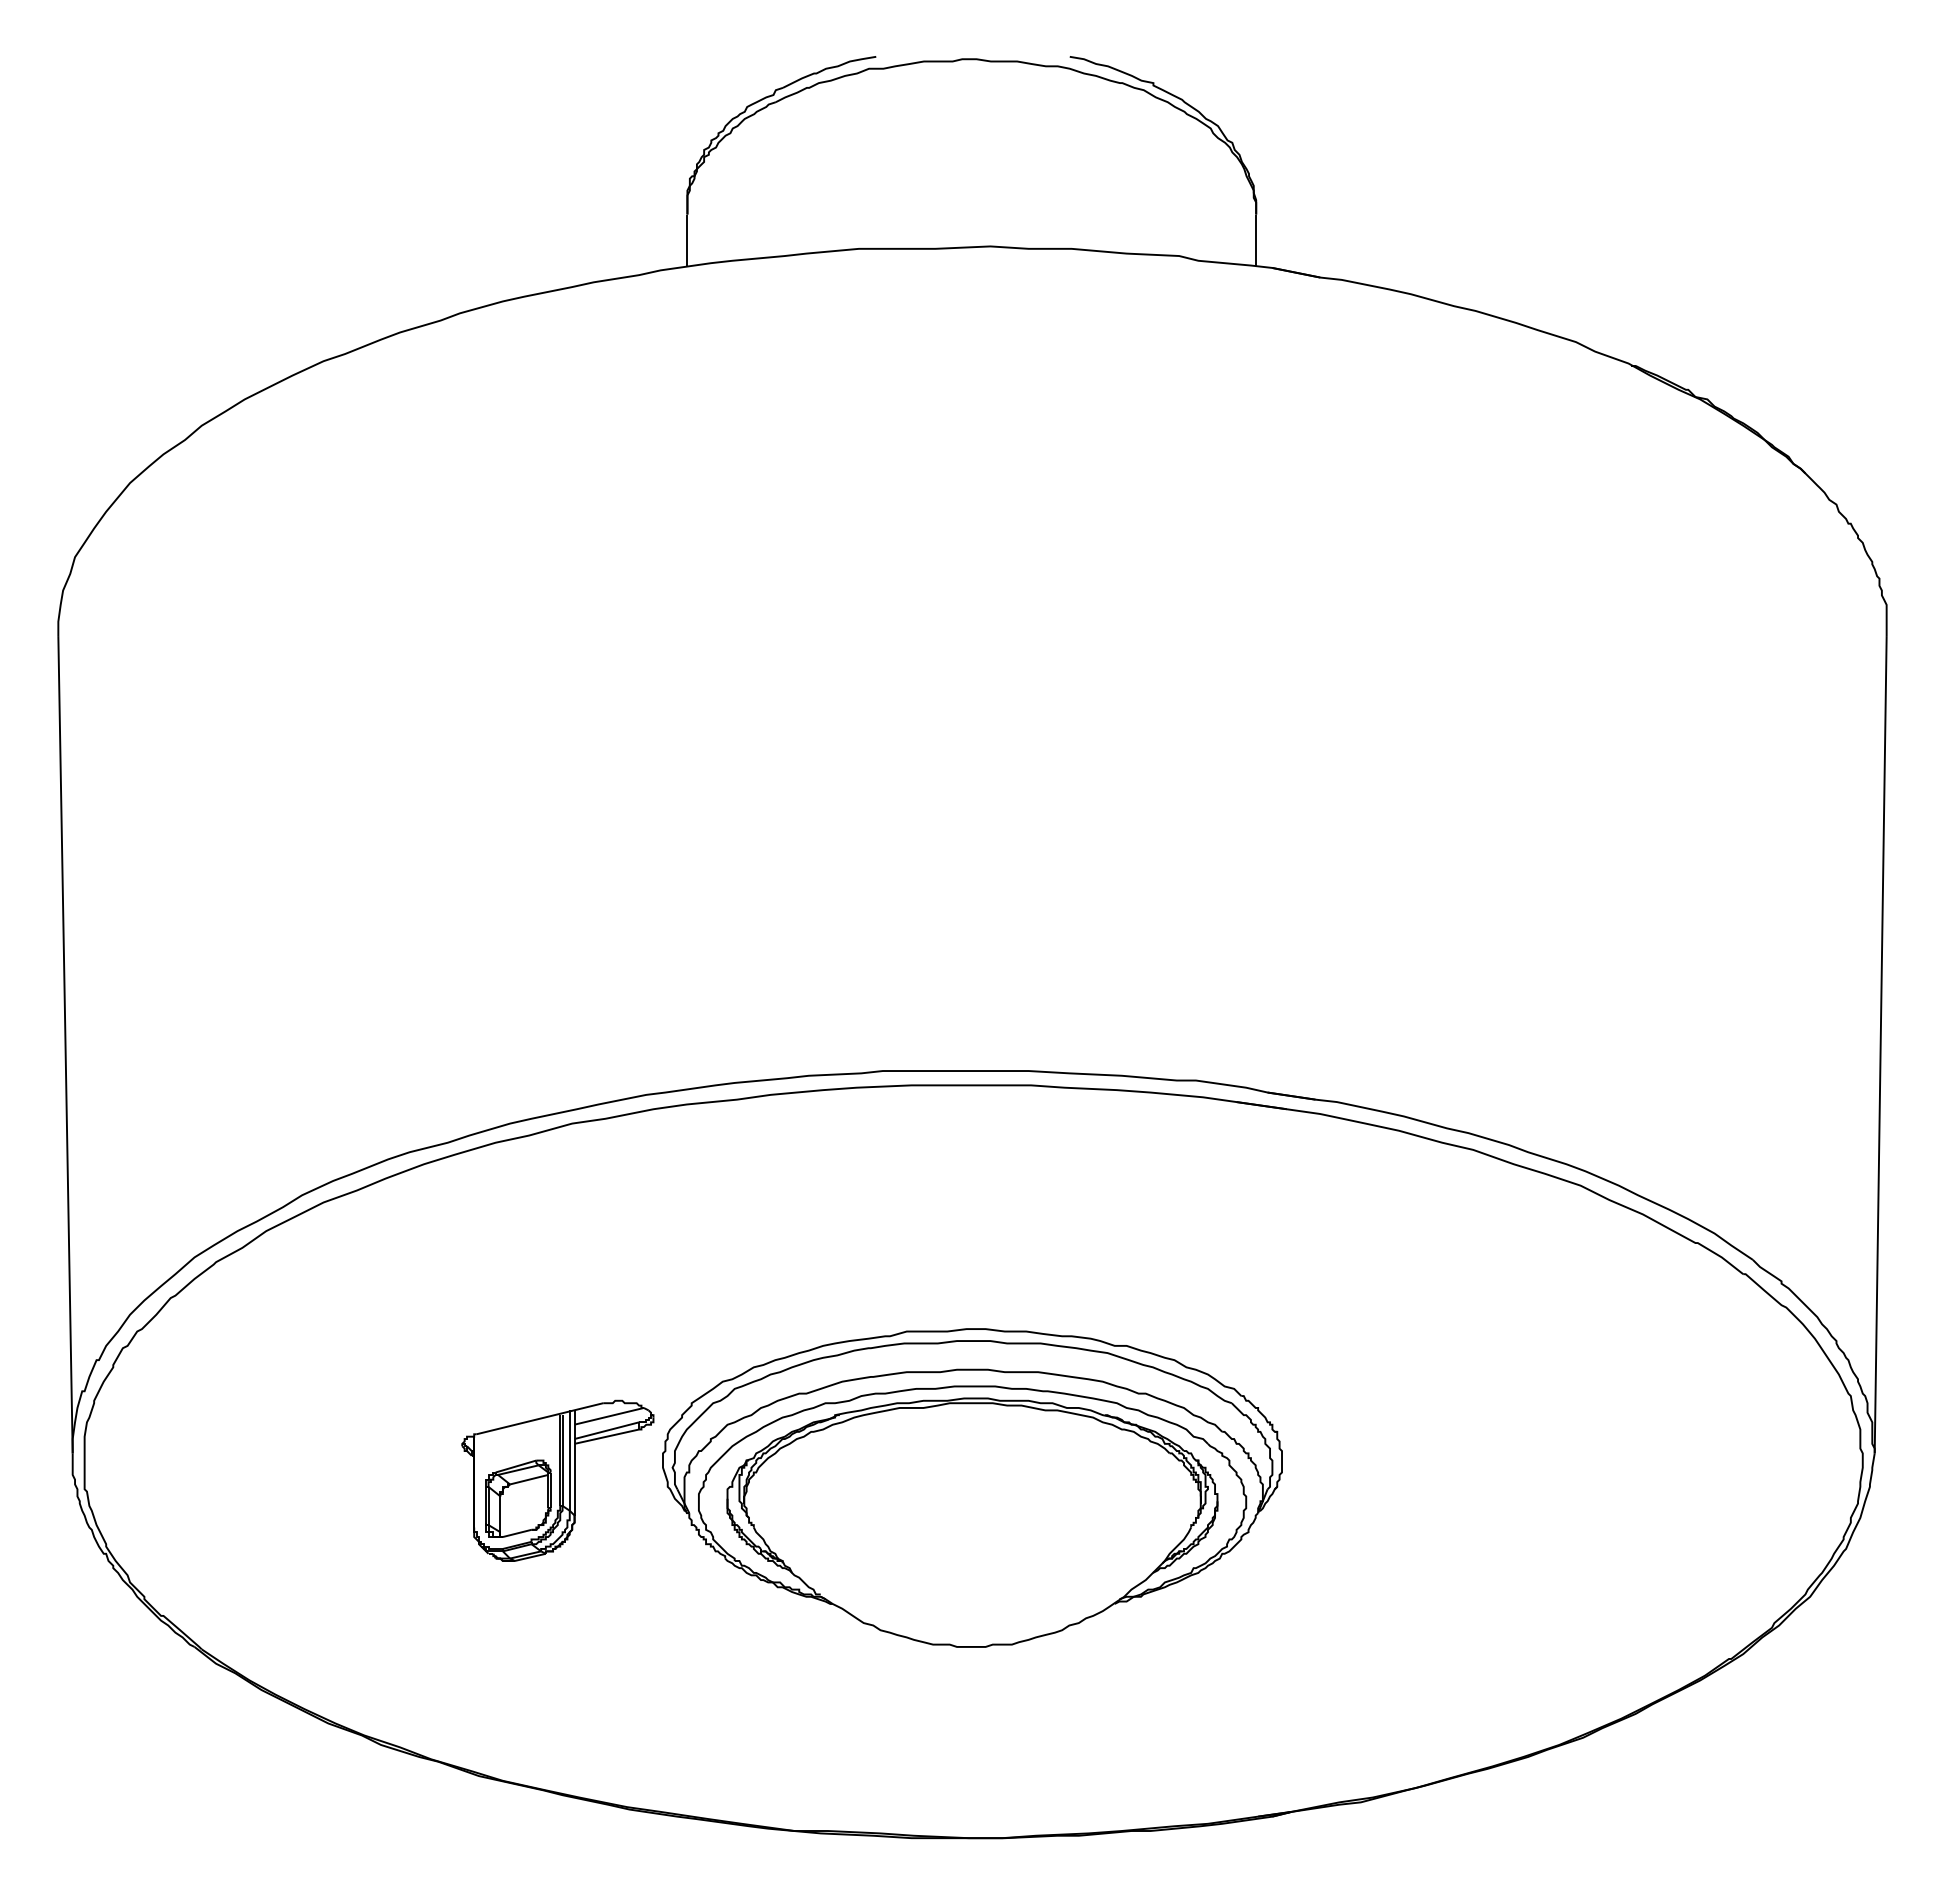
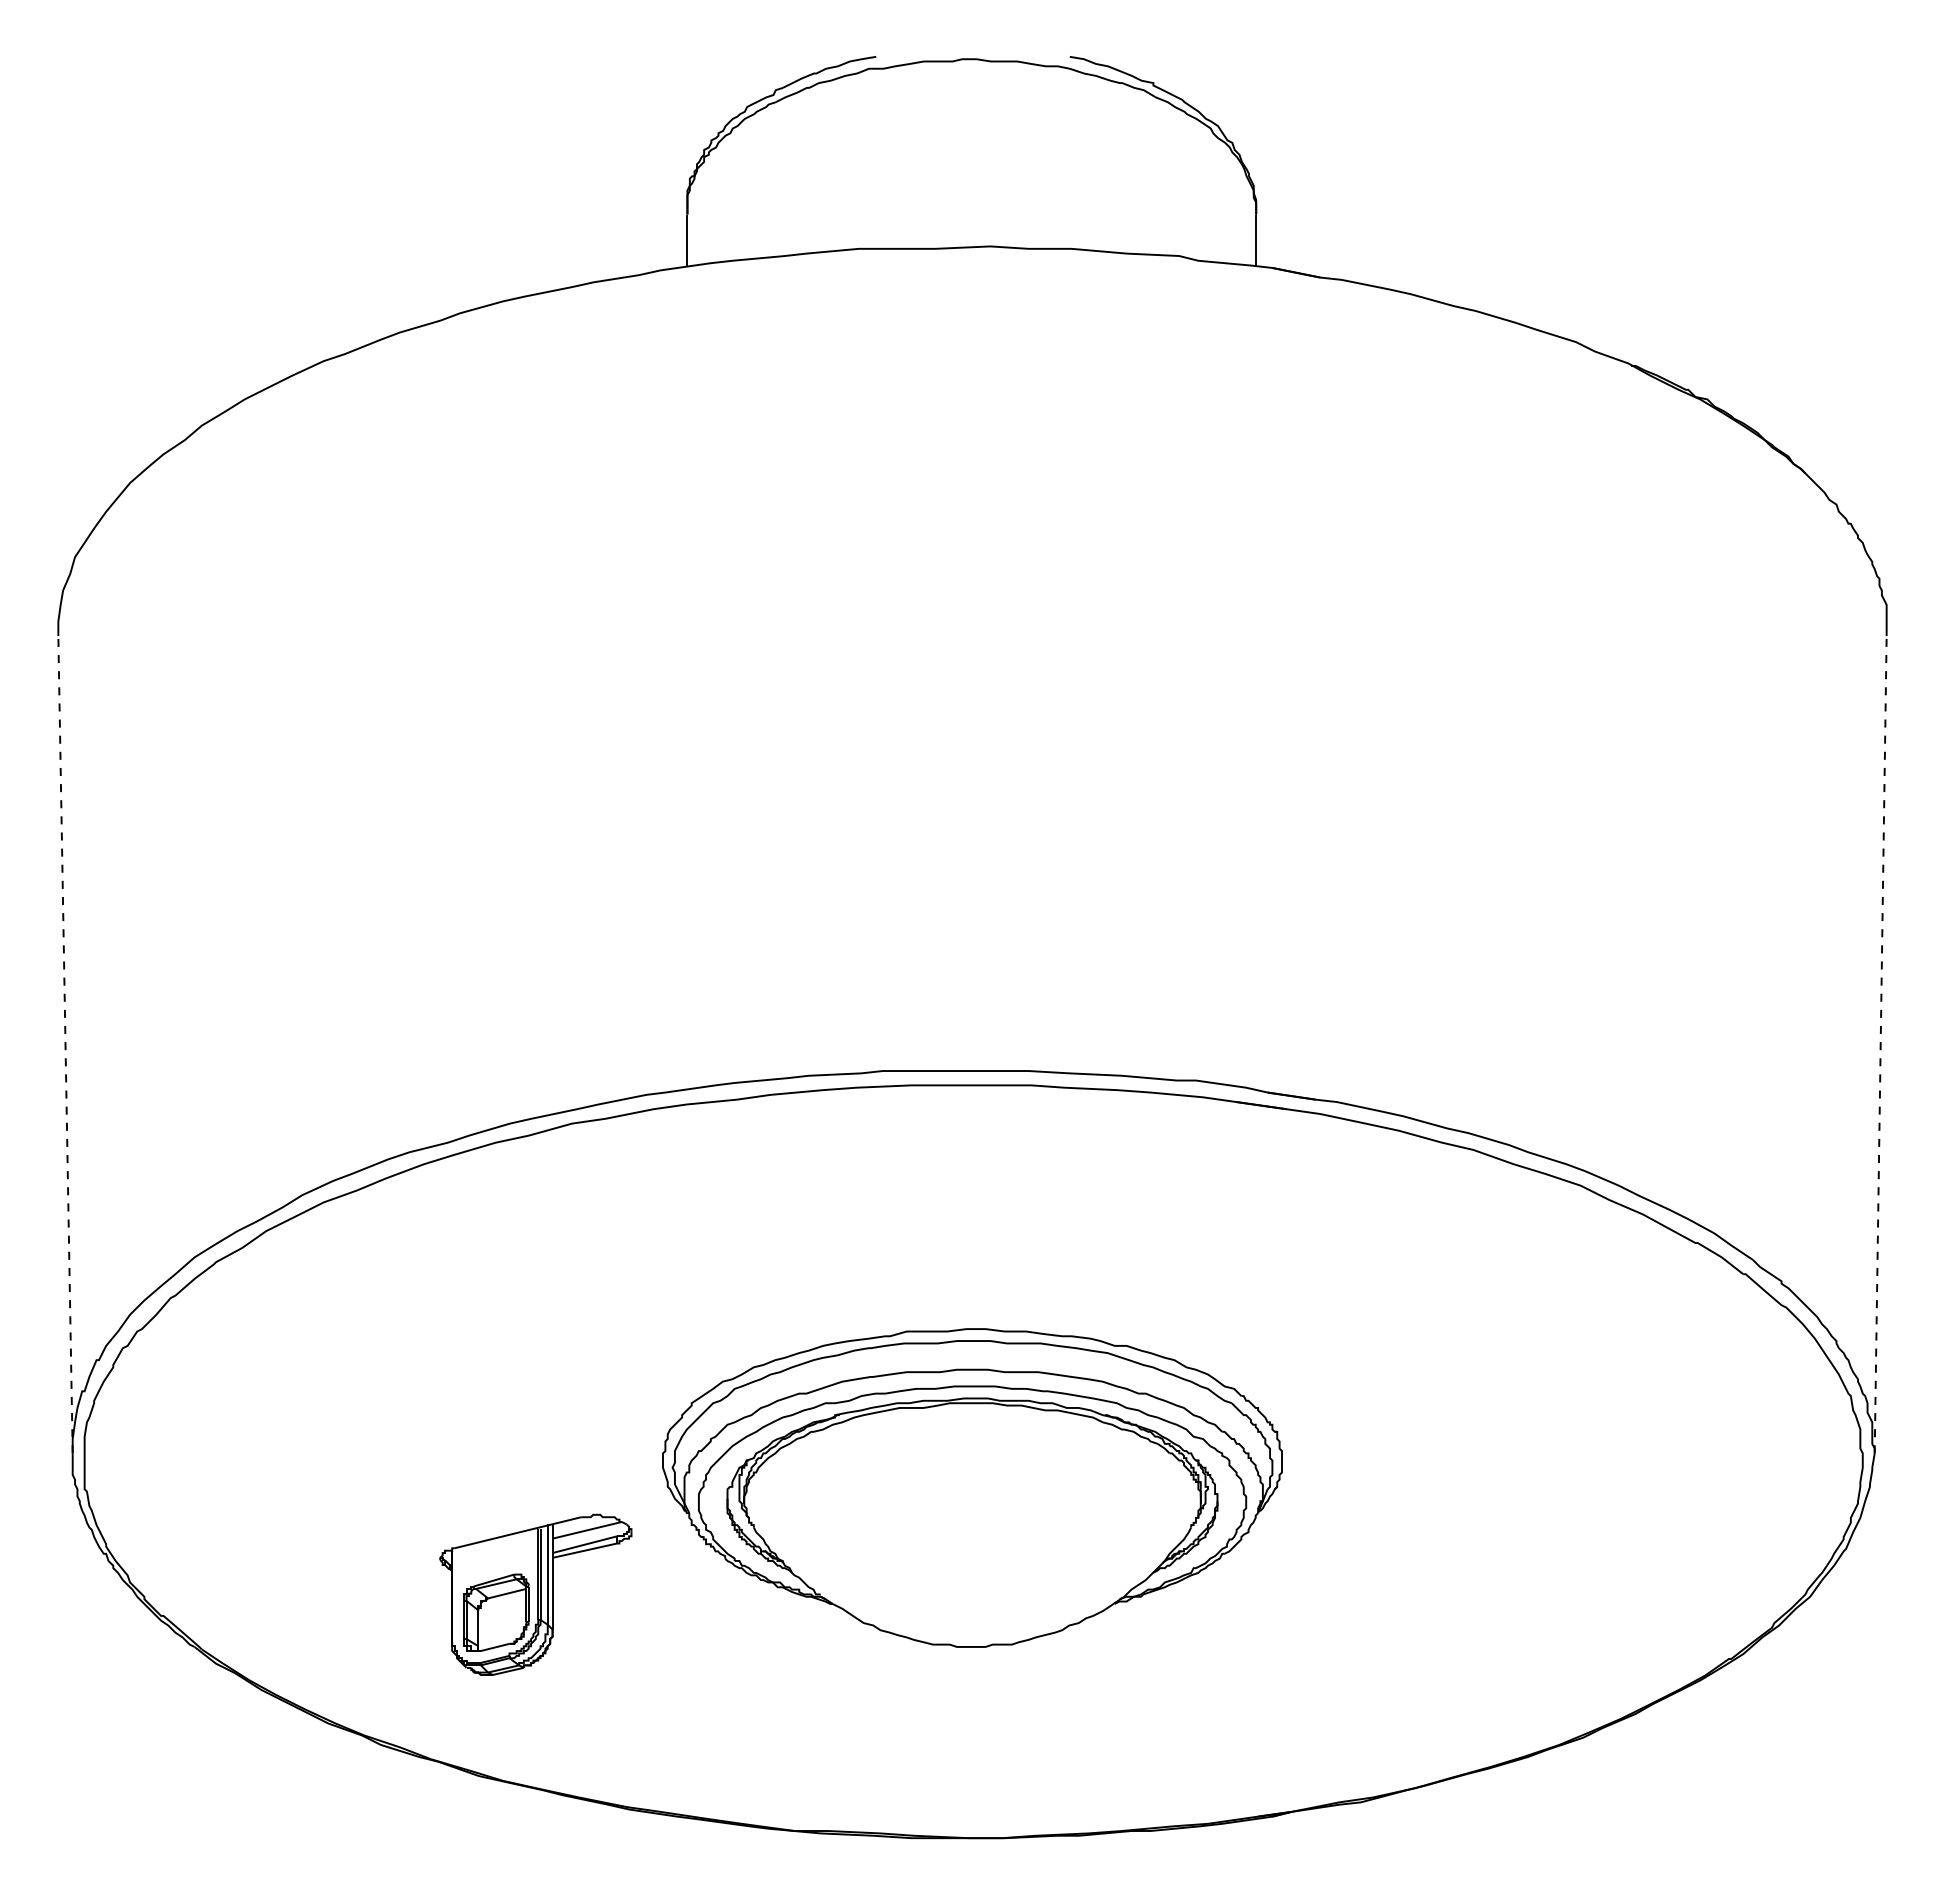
line at (65, 1044): solid -> dashed
line at (1880, 1044): solid -> dashed
part at (557, 1480) position: (557, 1480) -> (535, 1594)
